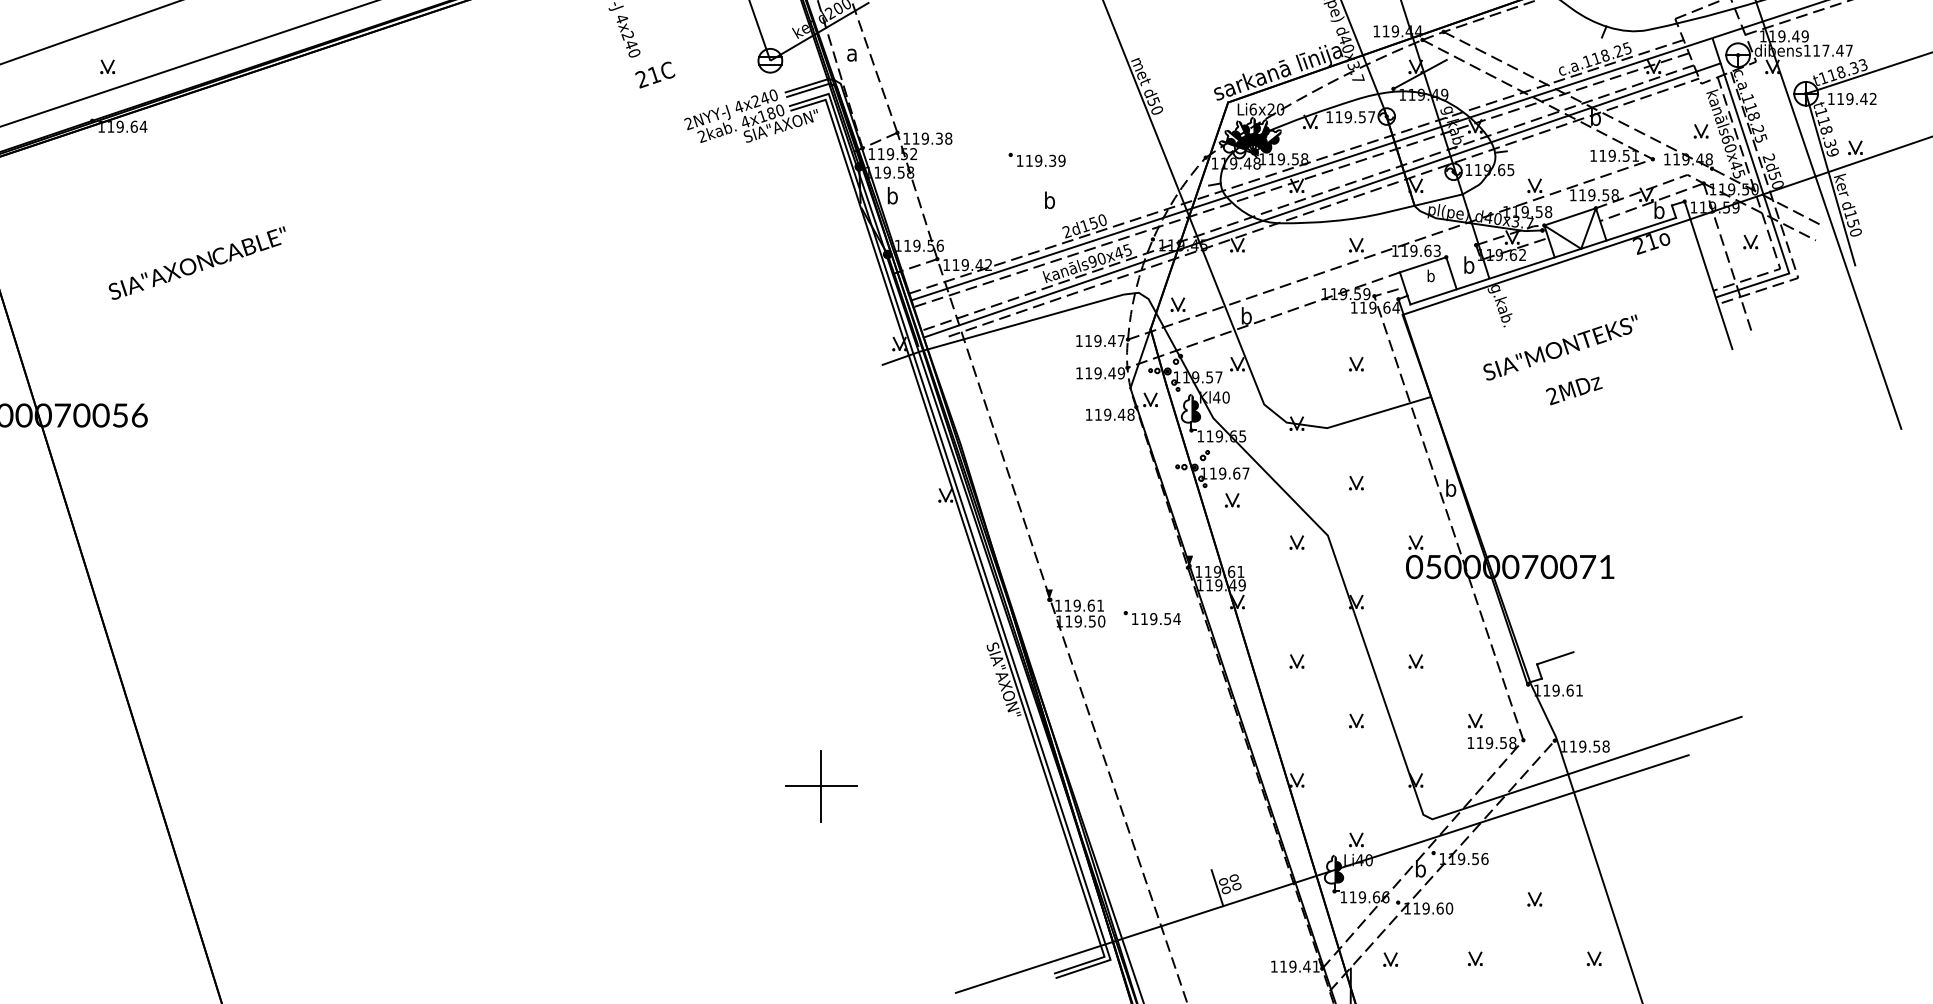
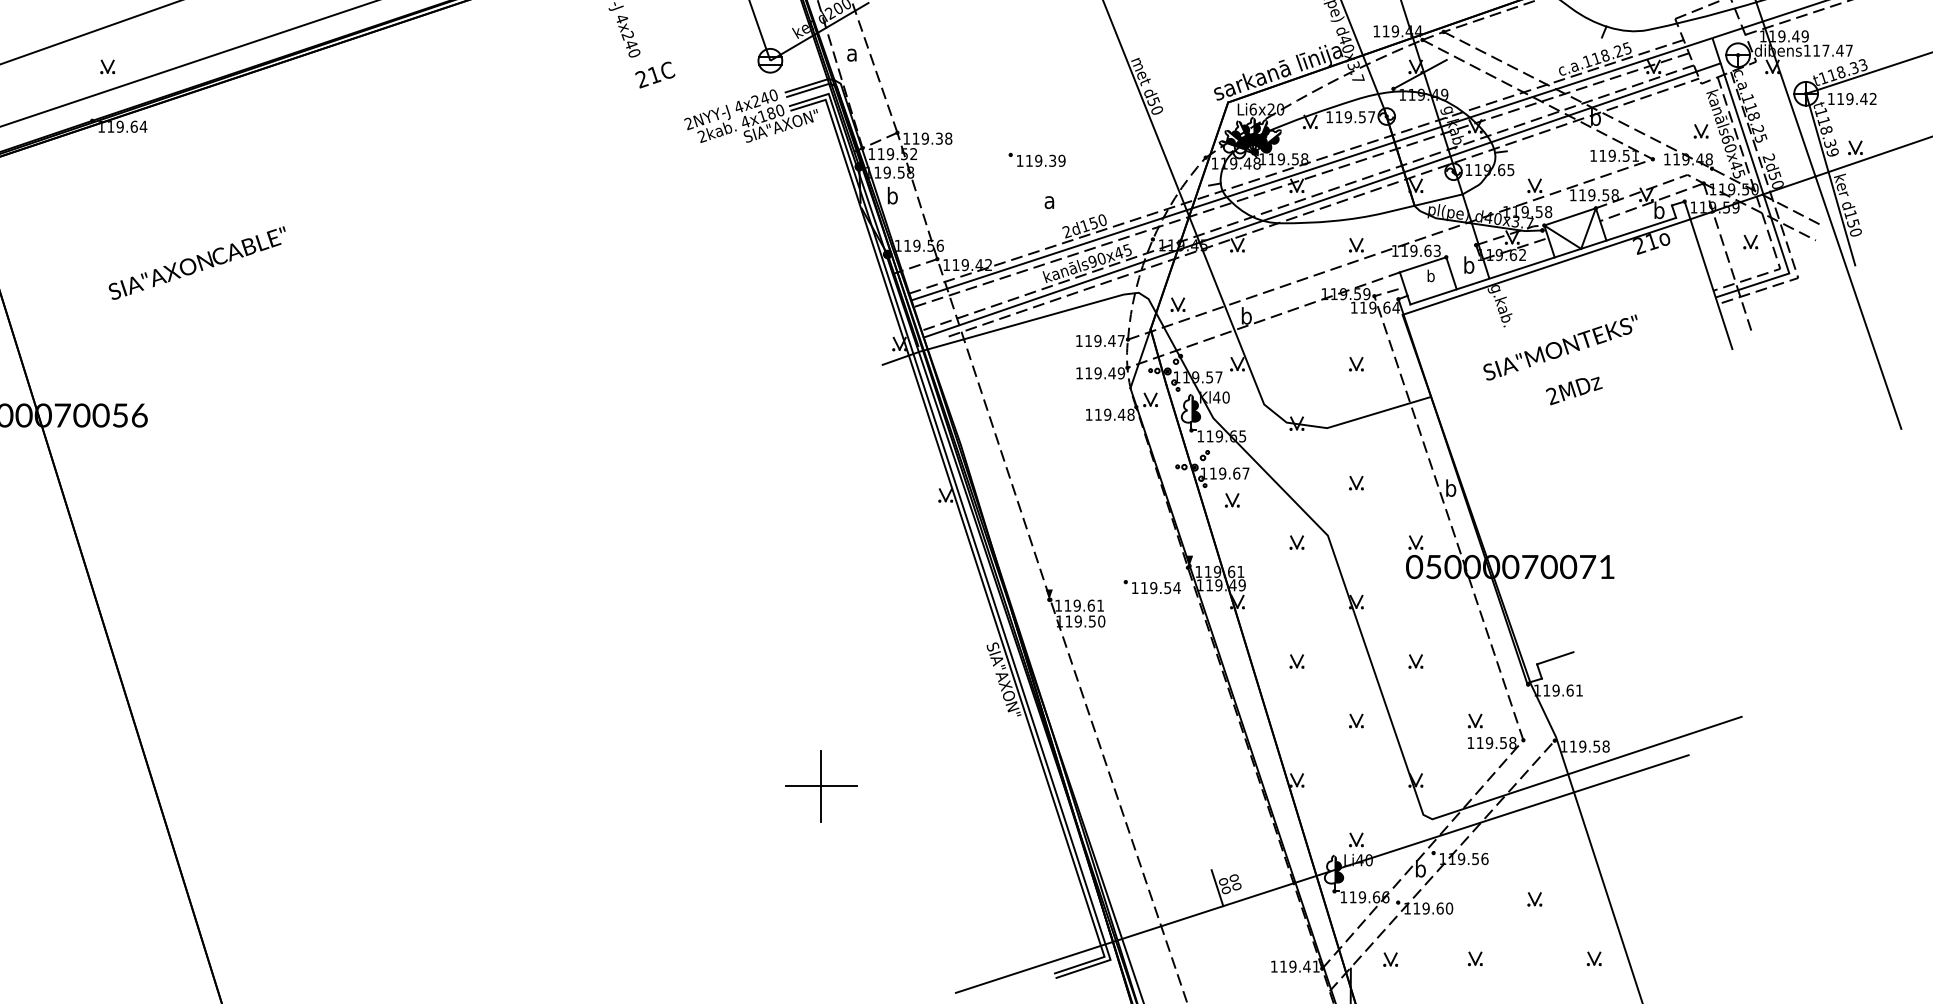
text at (1049, 200): b -> a
part at (1151, 618) position: (1151, 618) -> (1151, 587)
